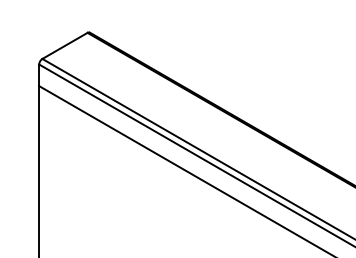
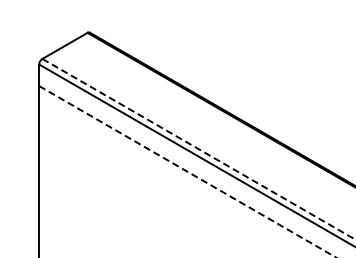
line at (198, 149): solid -> dashed
line at (187, 171): solid -> dashed
